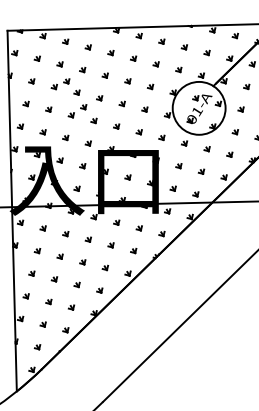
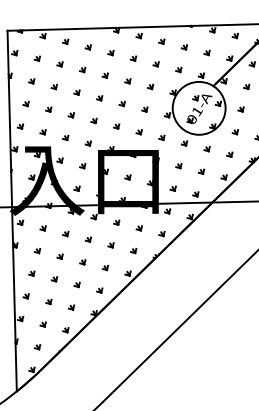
part at (66, 81): present -> none
part at (83, 107): present -> none
